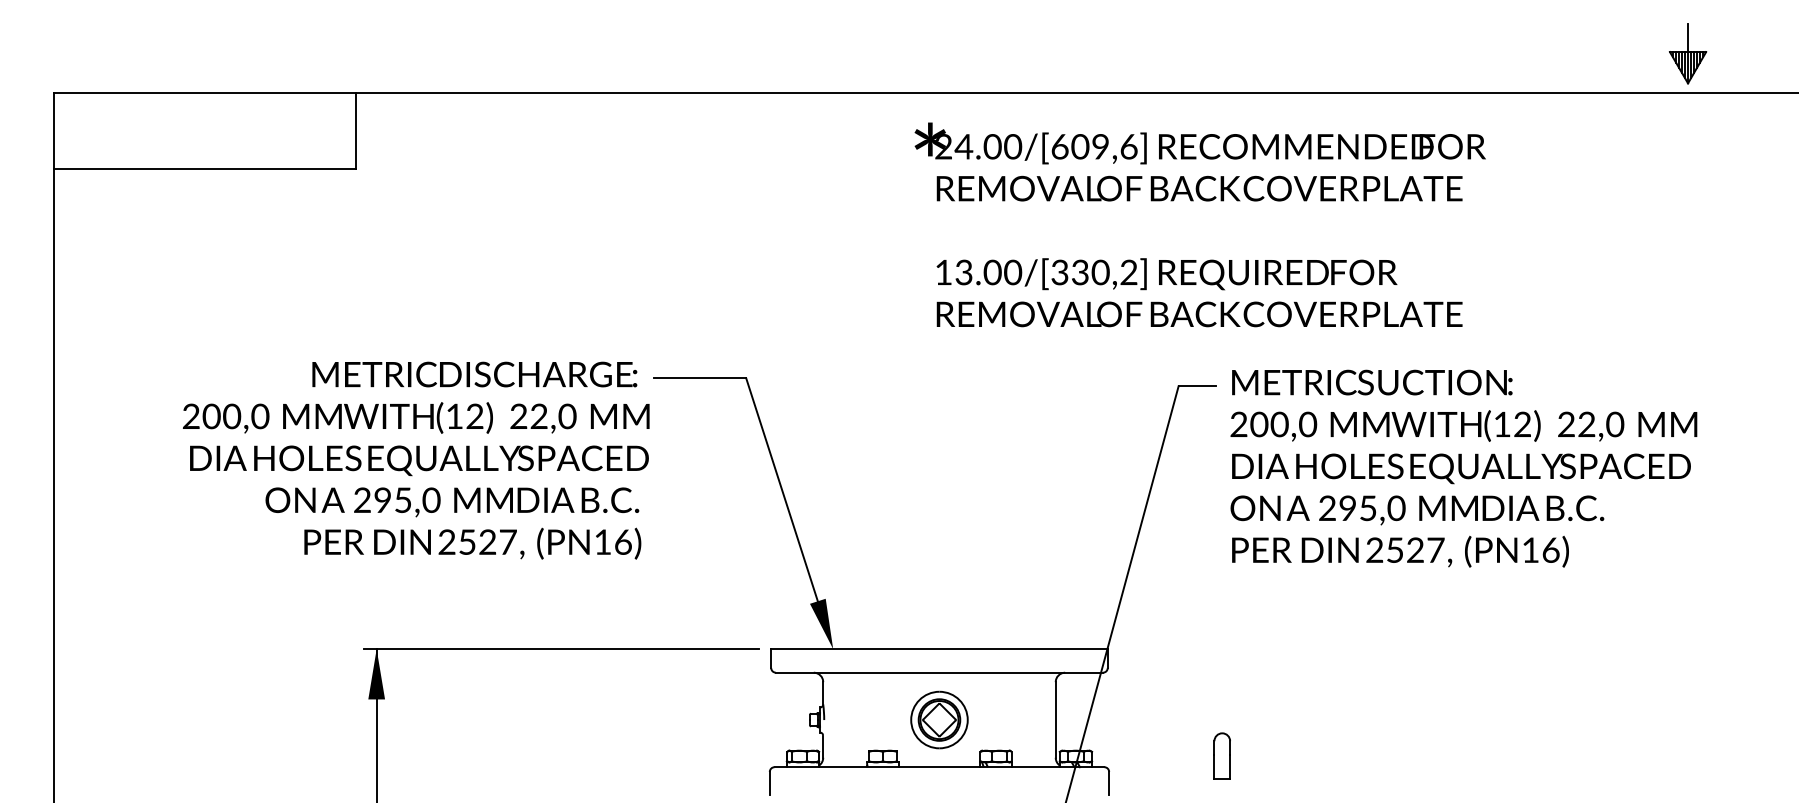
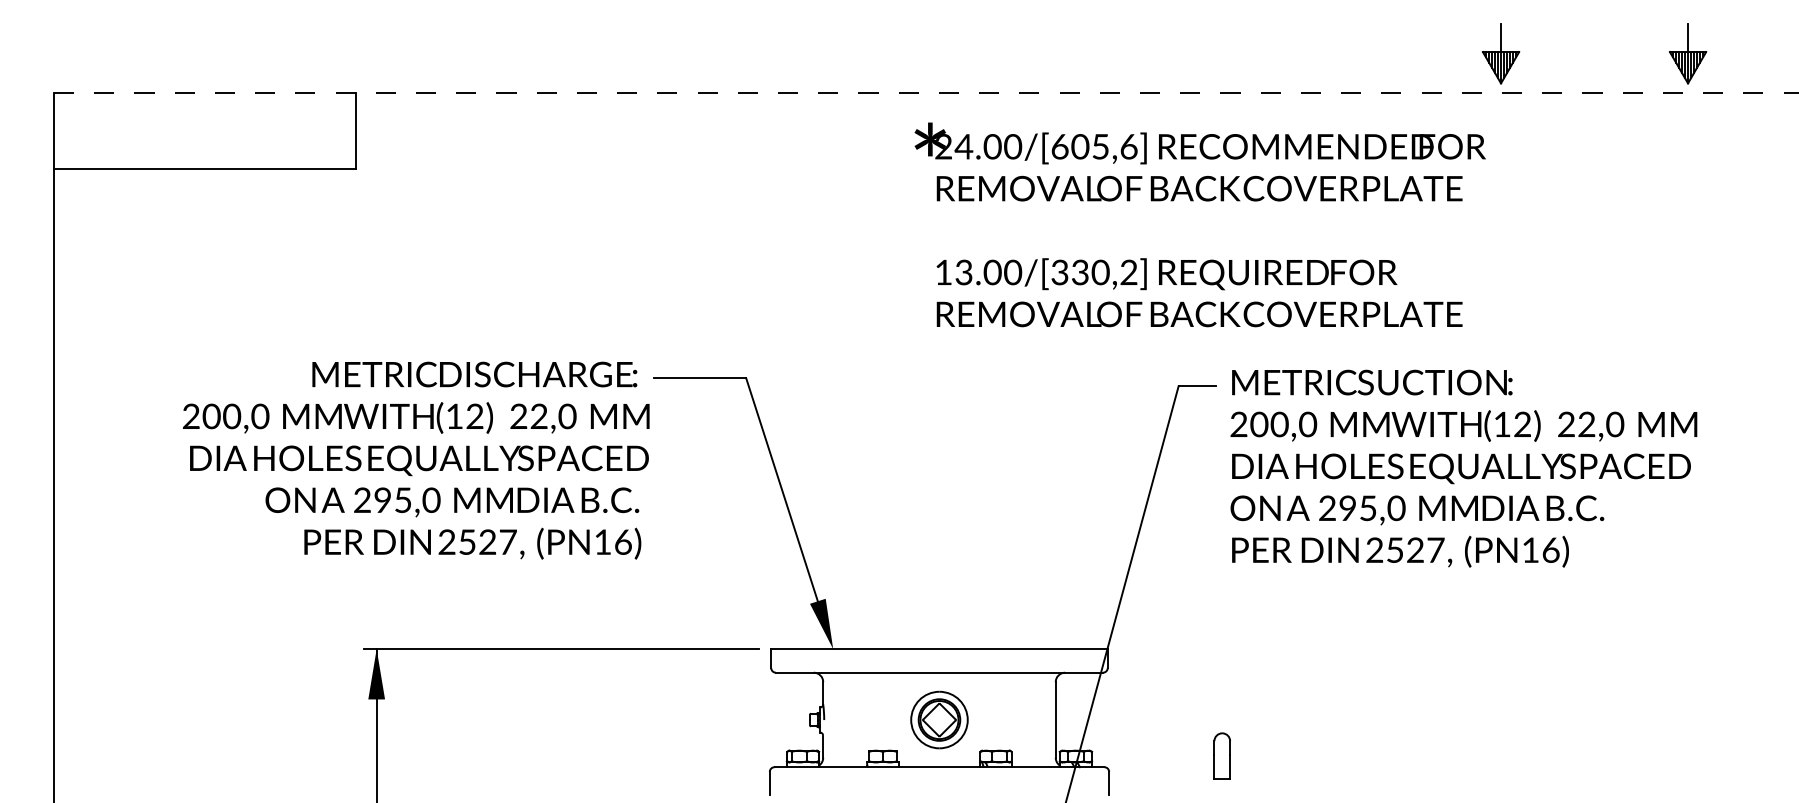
part at (1501, 53): none -> present
line at (926, 93): solid -> dashed
text at (1100, 146): 24.00/[609,6] -> 24.00/[605,6]
